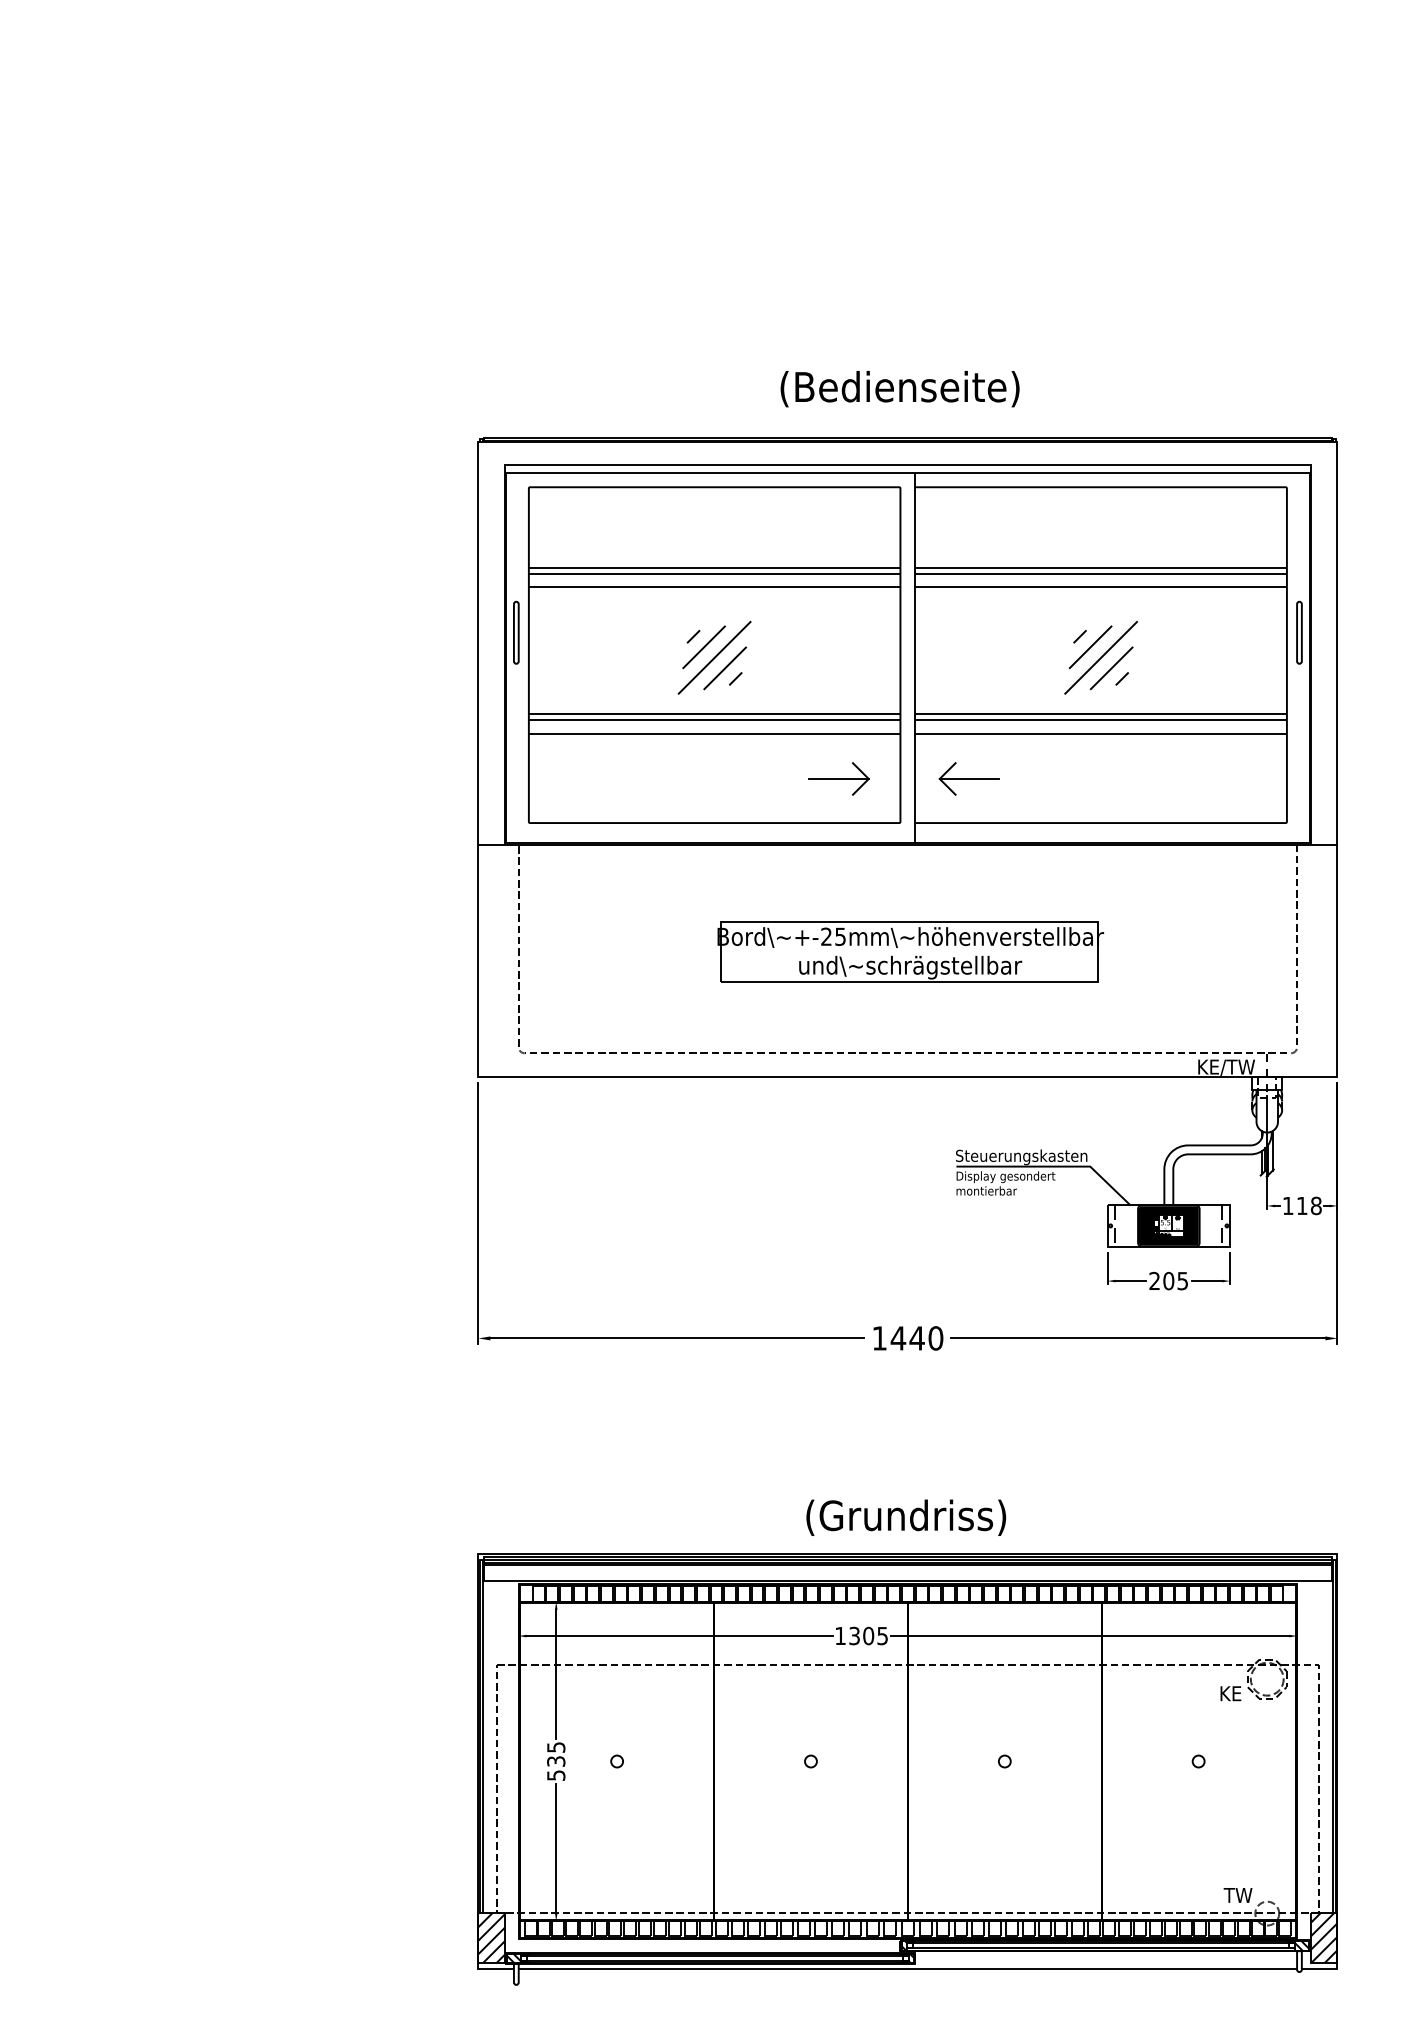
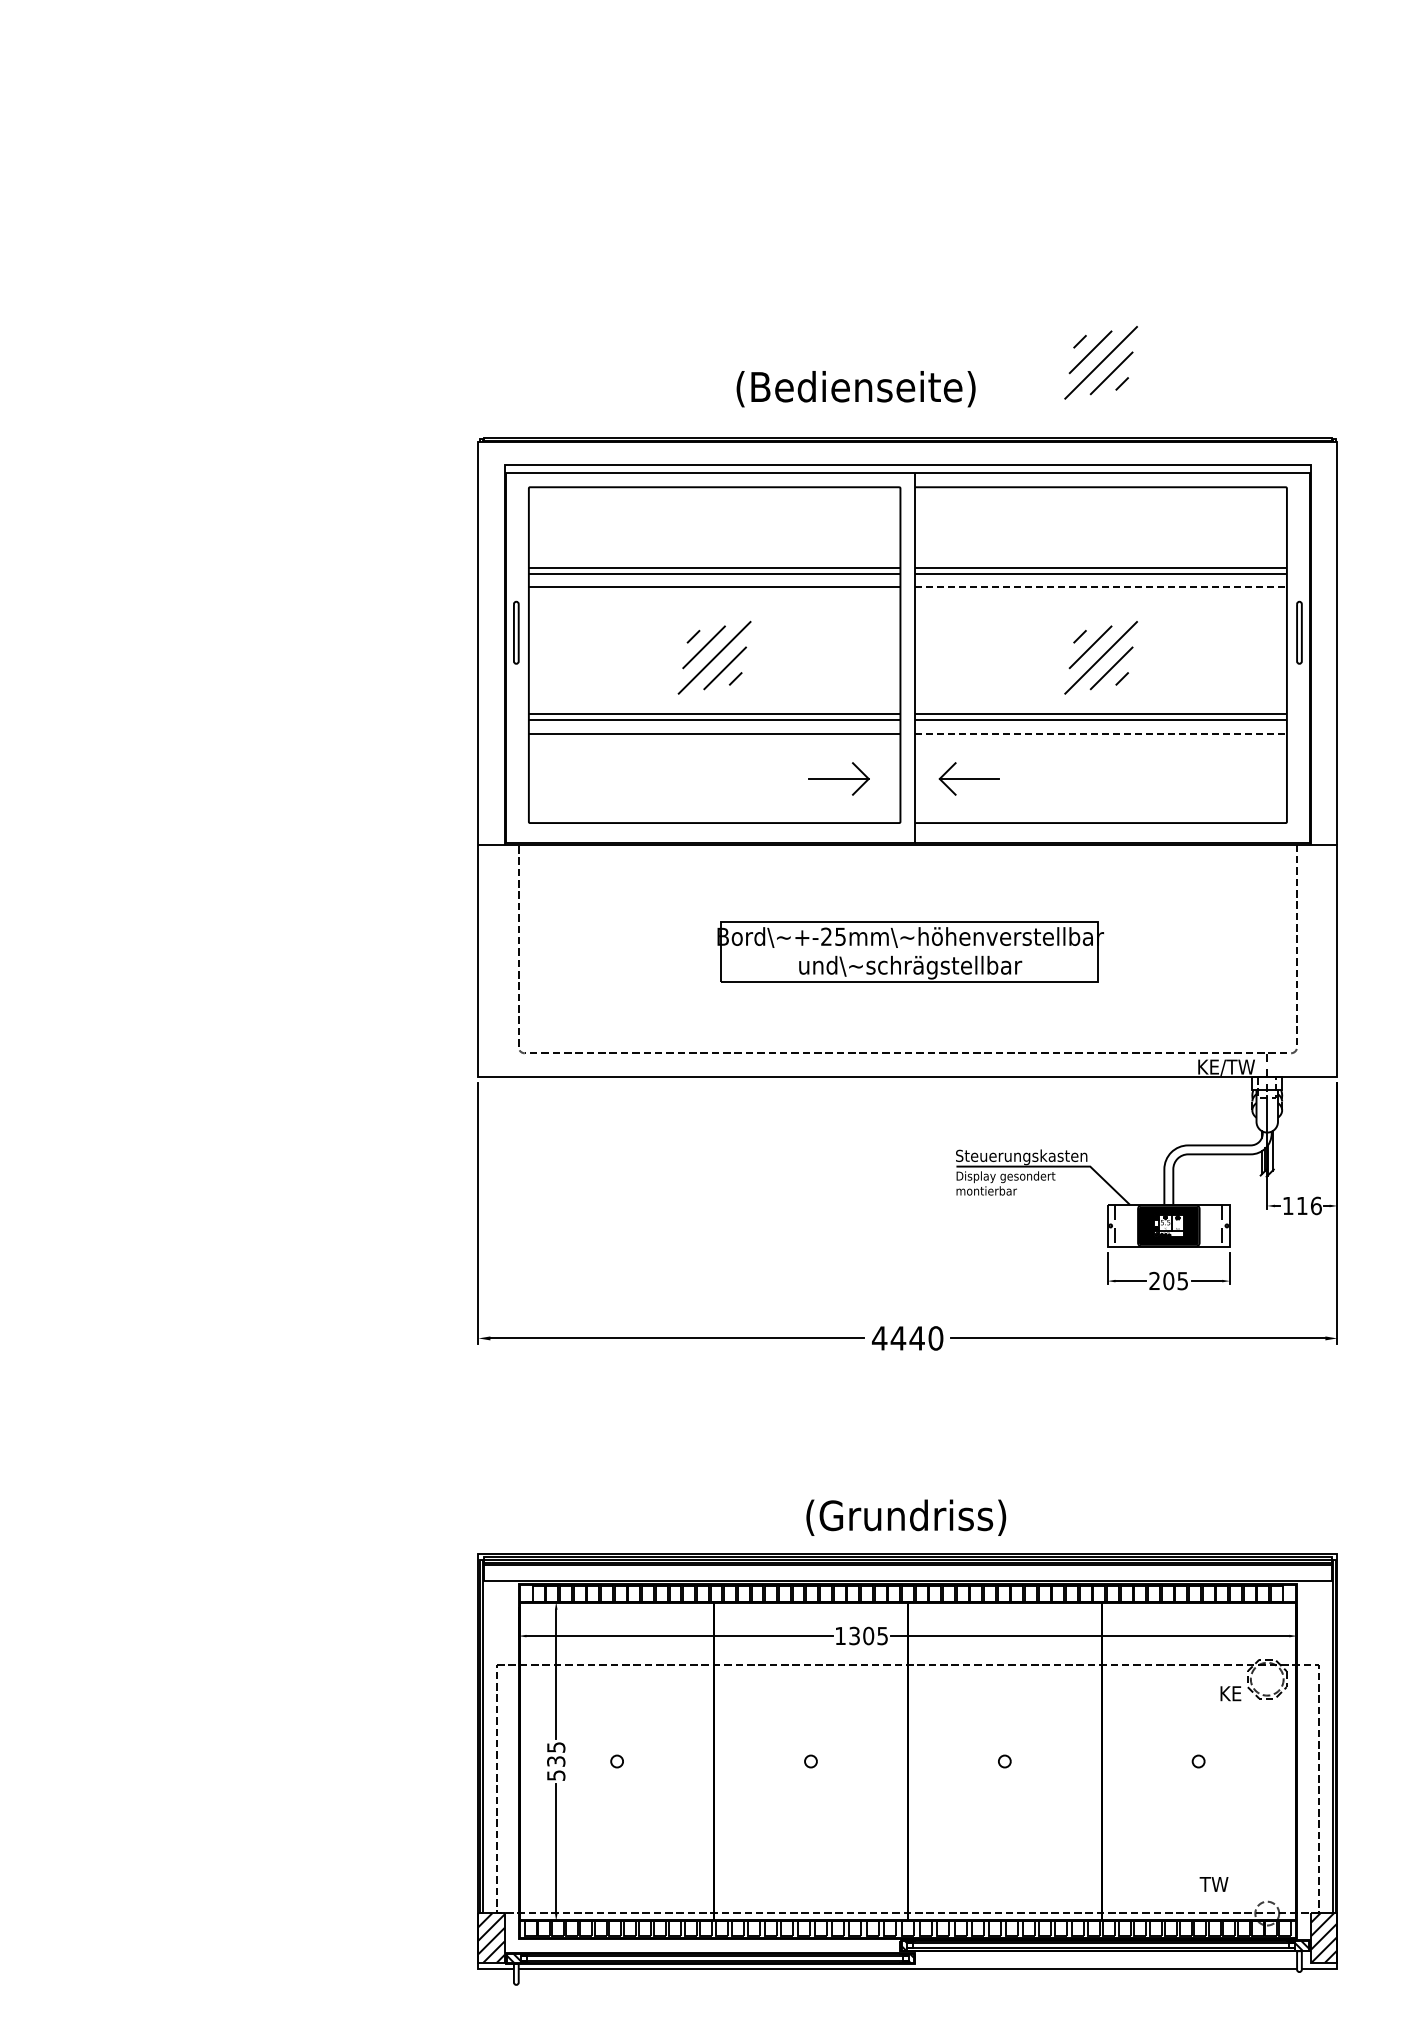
part at (1100, 362): none -> present
text at (899, 389) position: (899, 389) -> (855, 389)
line at (1101, 586): solid -> dashed
line at (1101, 733): solid -> dashed
text at (1315, 1205): 118 -> 116
text at (879, 1338): 1440 -> 4440
text at (1237, 1895) position: (1237, 1895) -> (1213, 1884)
